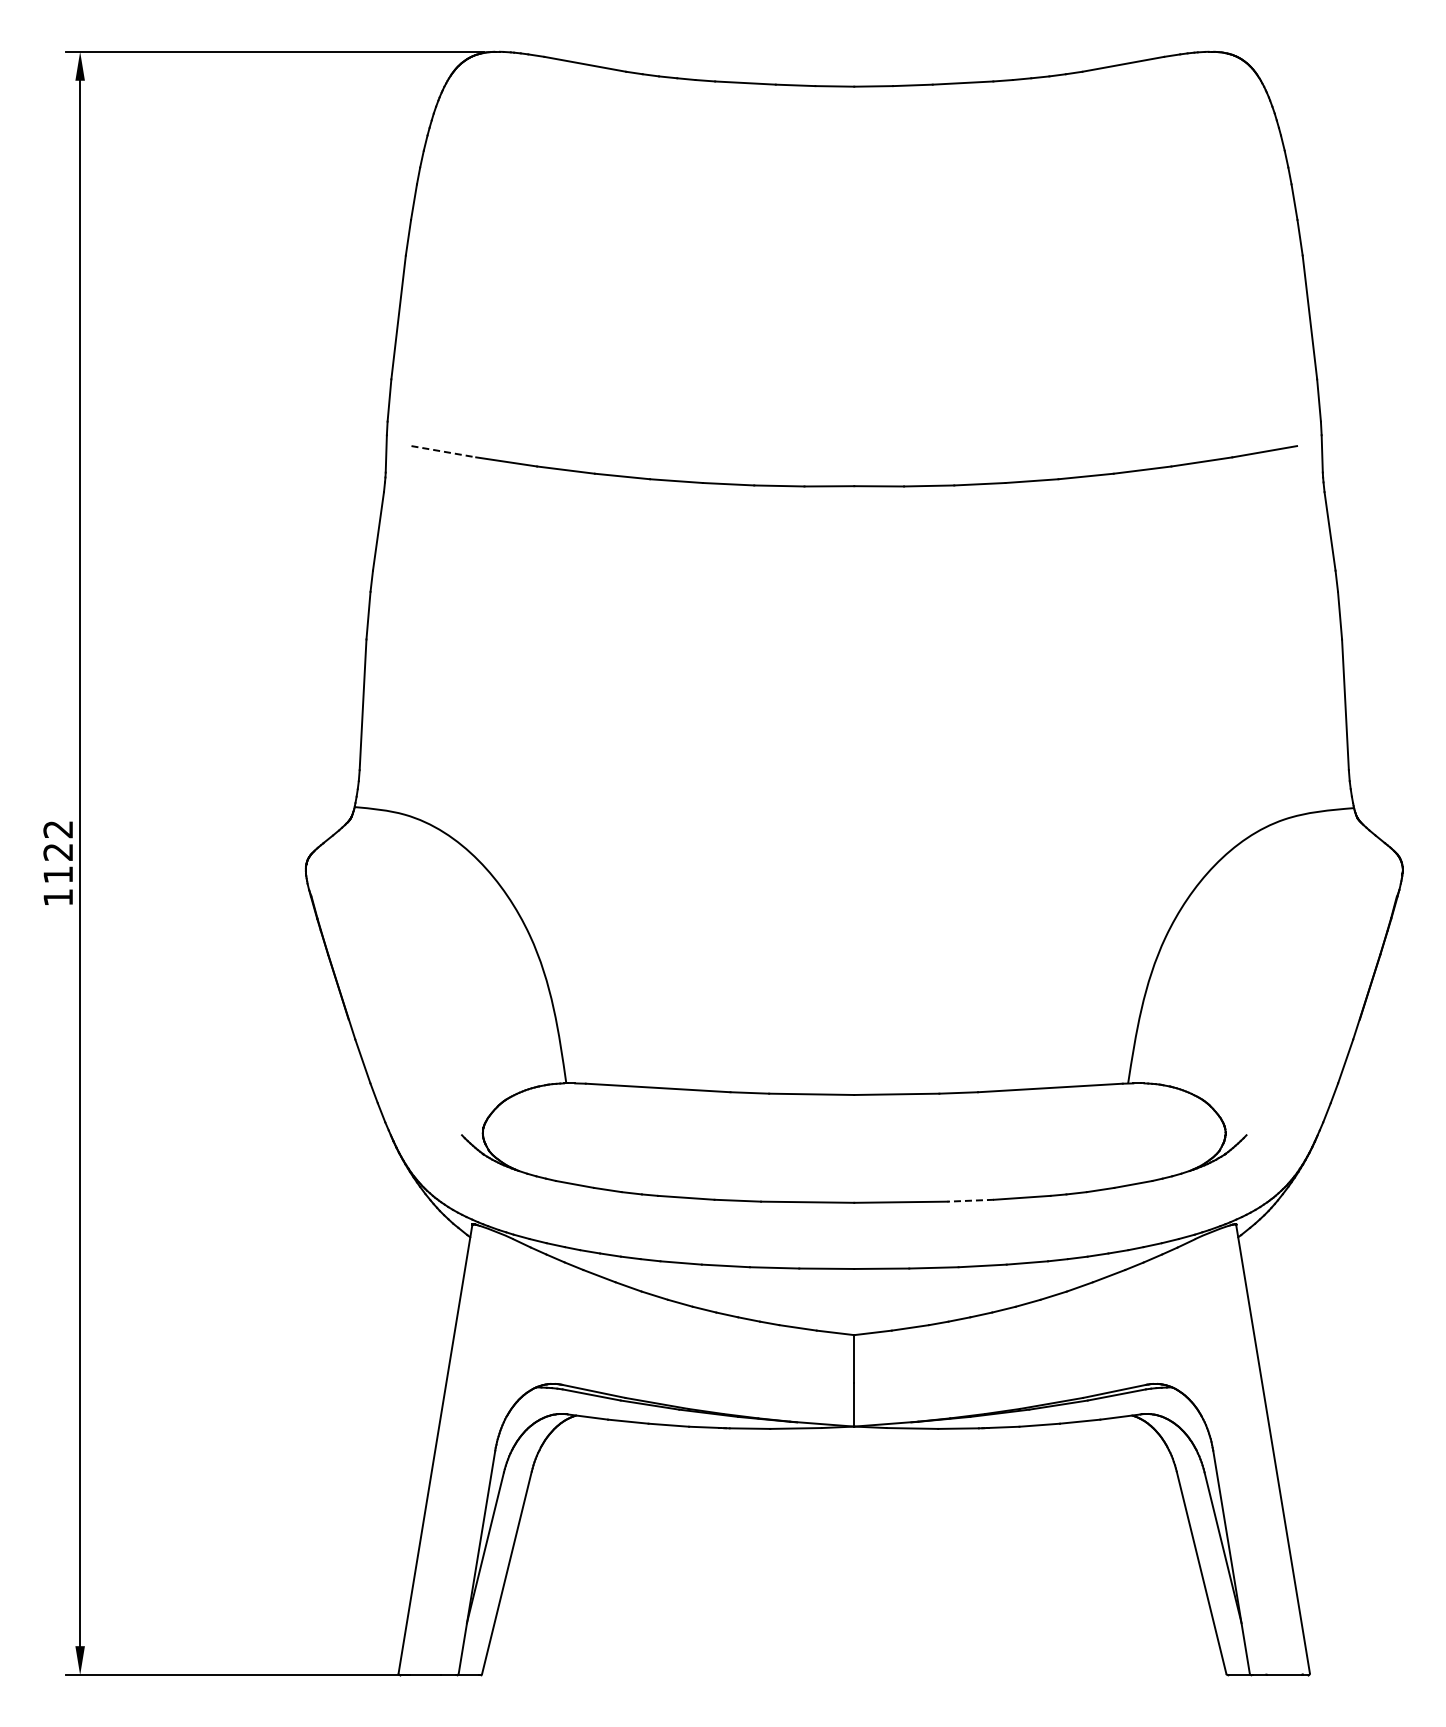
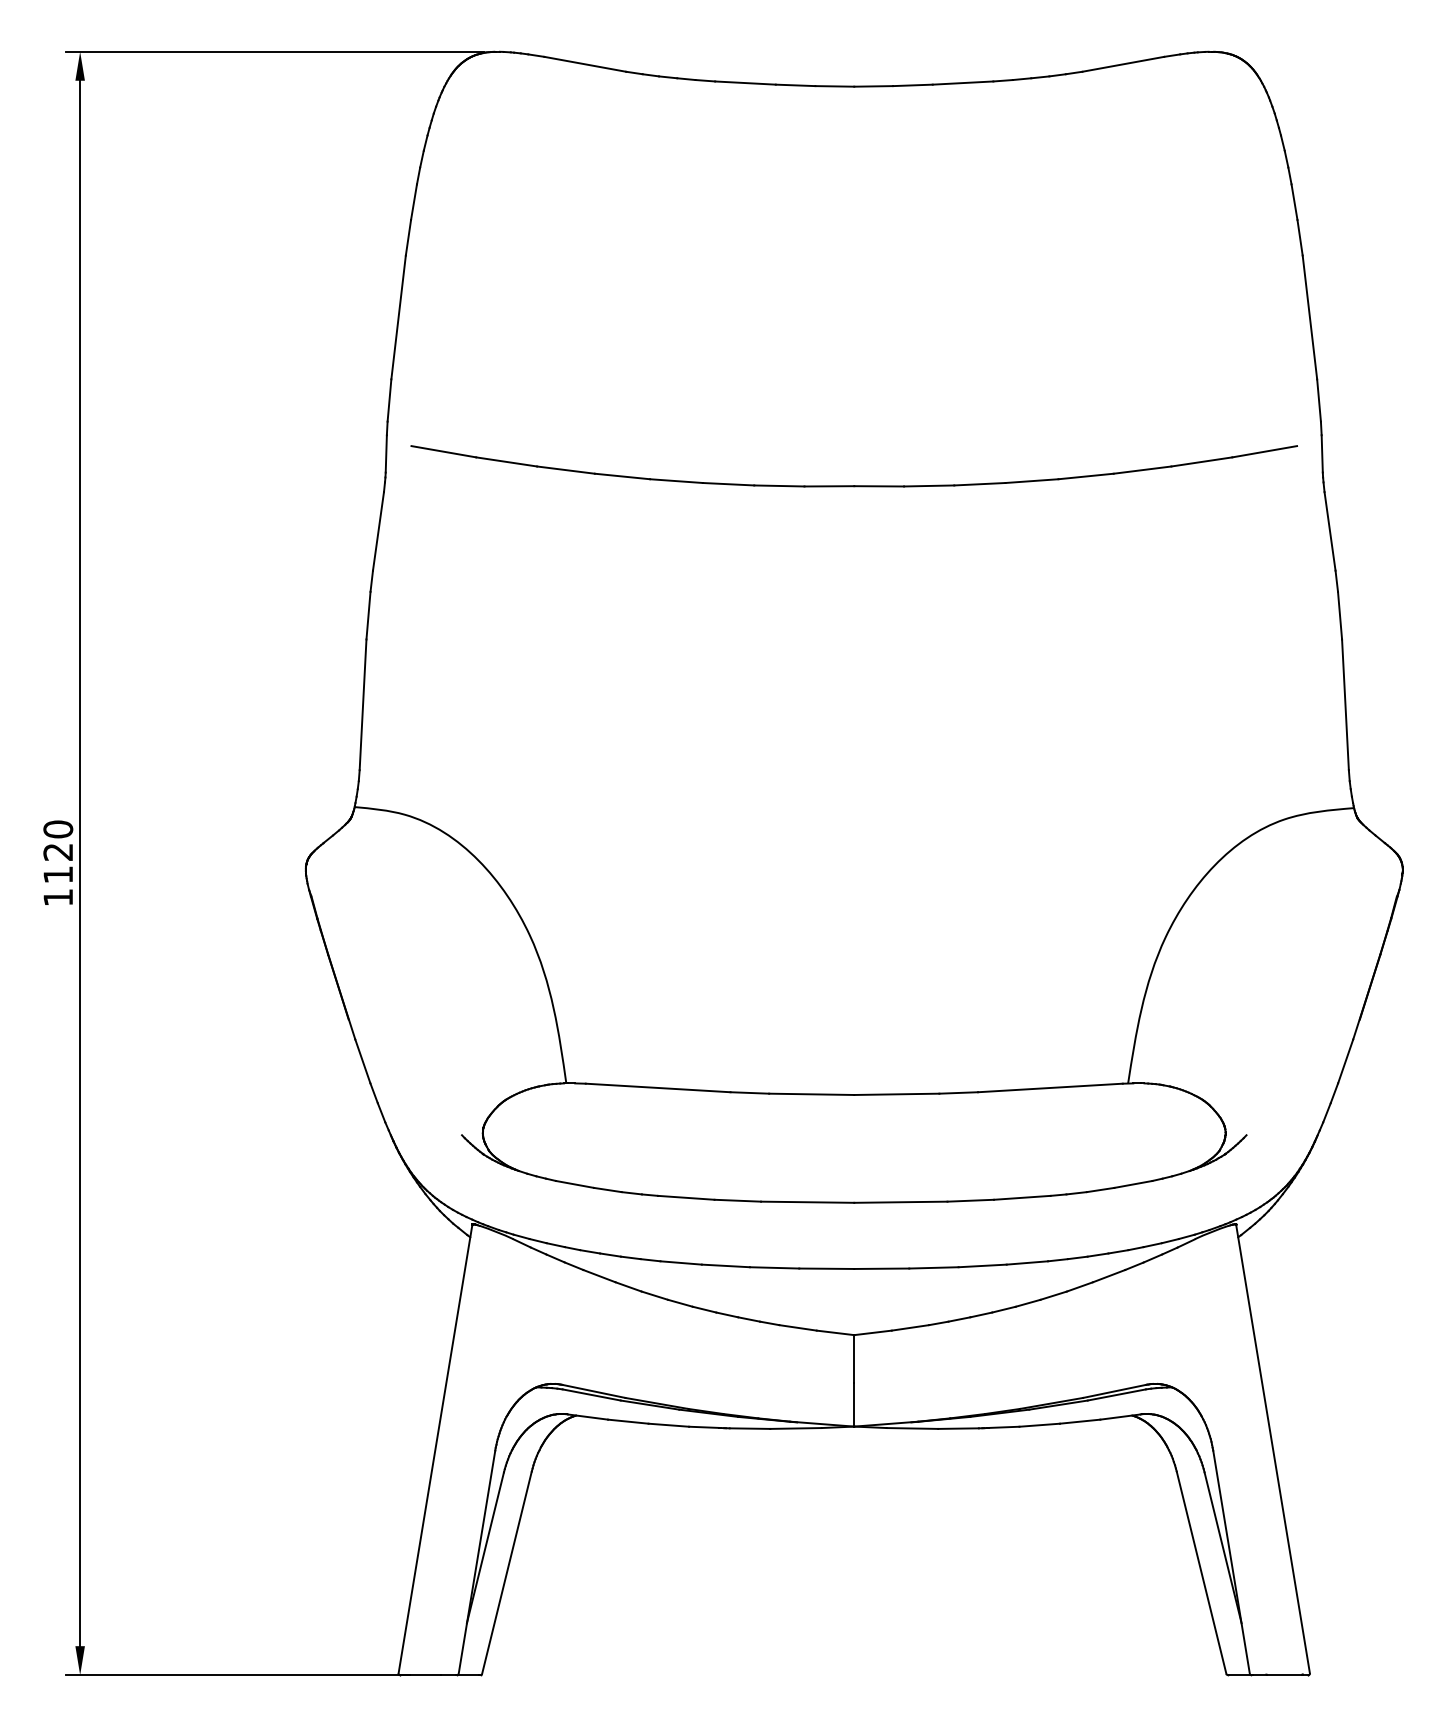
line at (443, 451): dashed -> solid
text at (58, 829): 1122 -> 1120
line at (970, 1200): dashed -> solid
